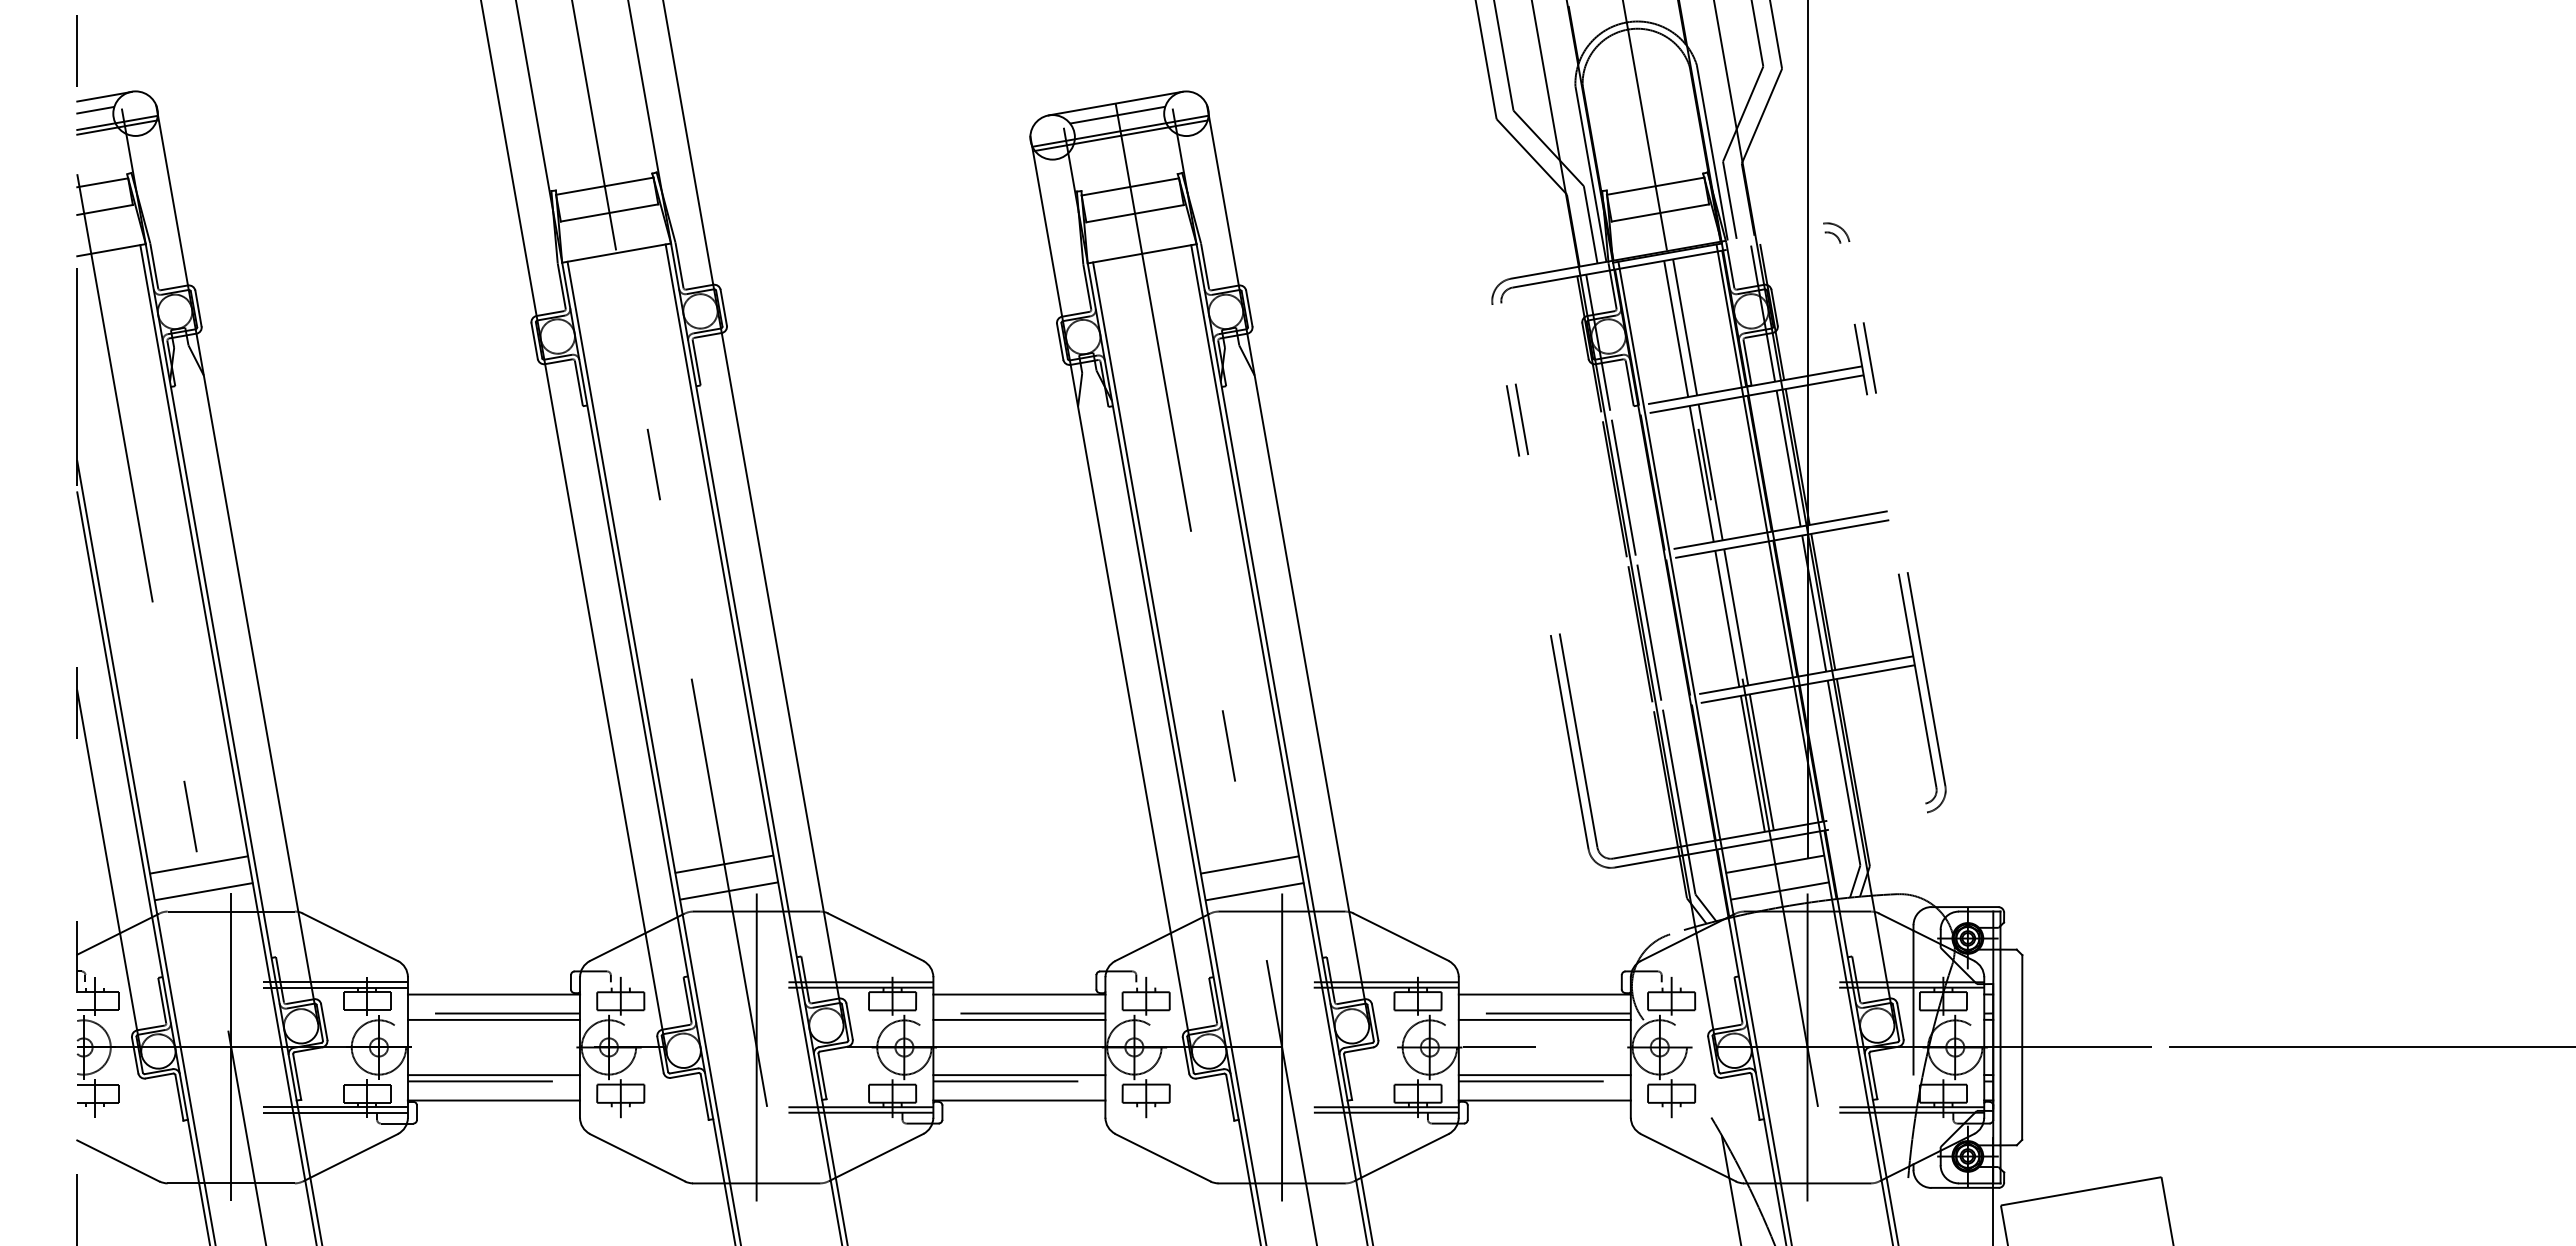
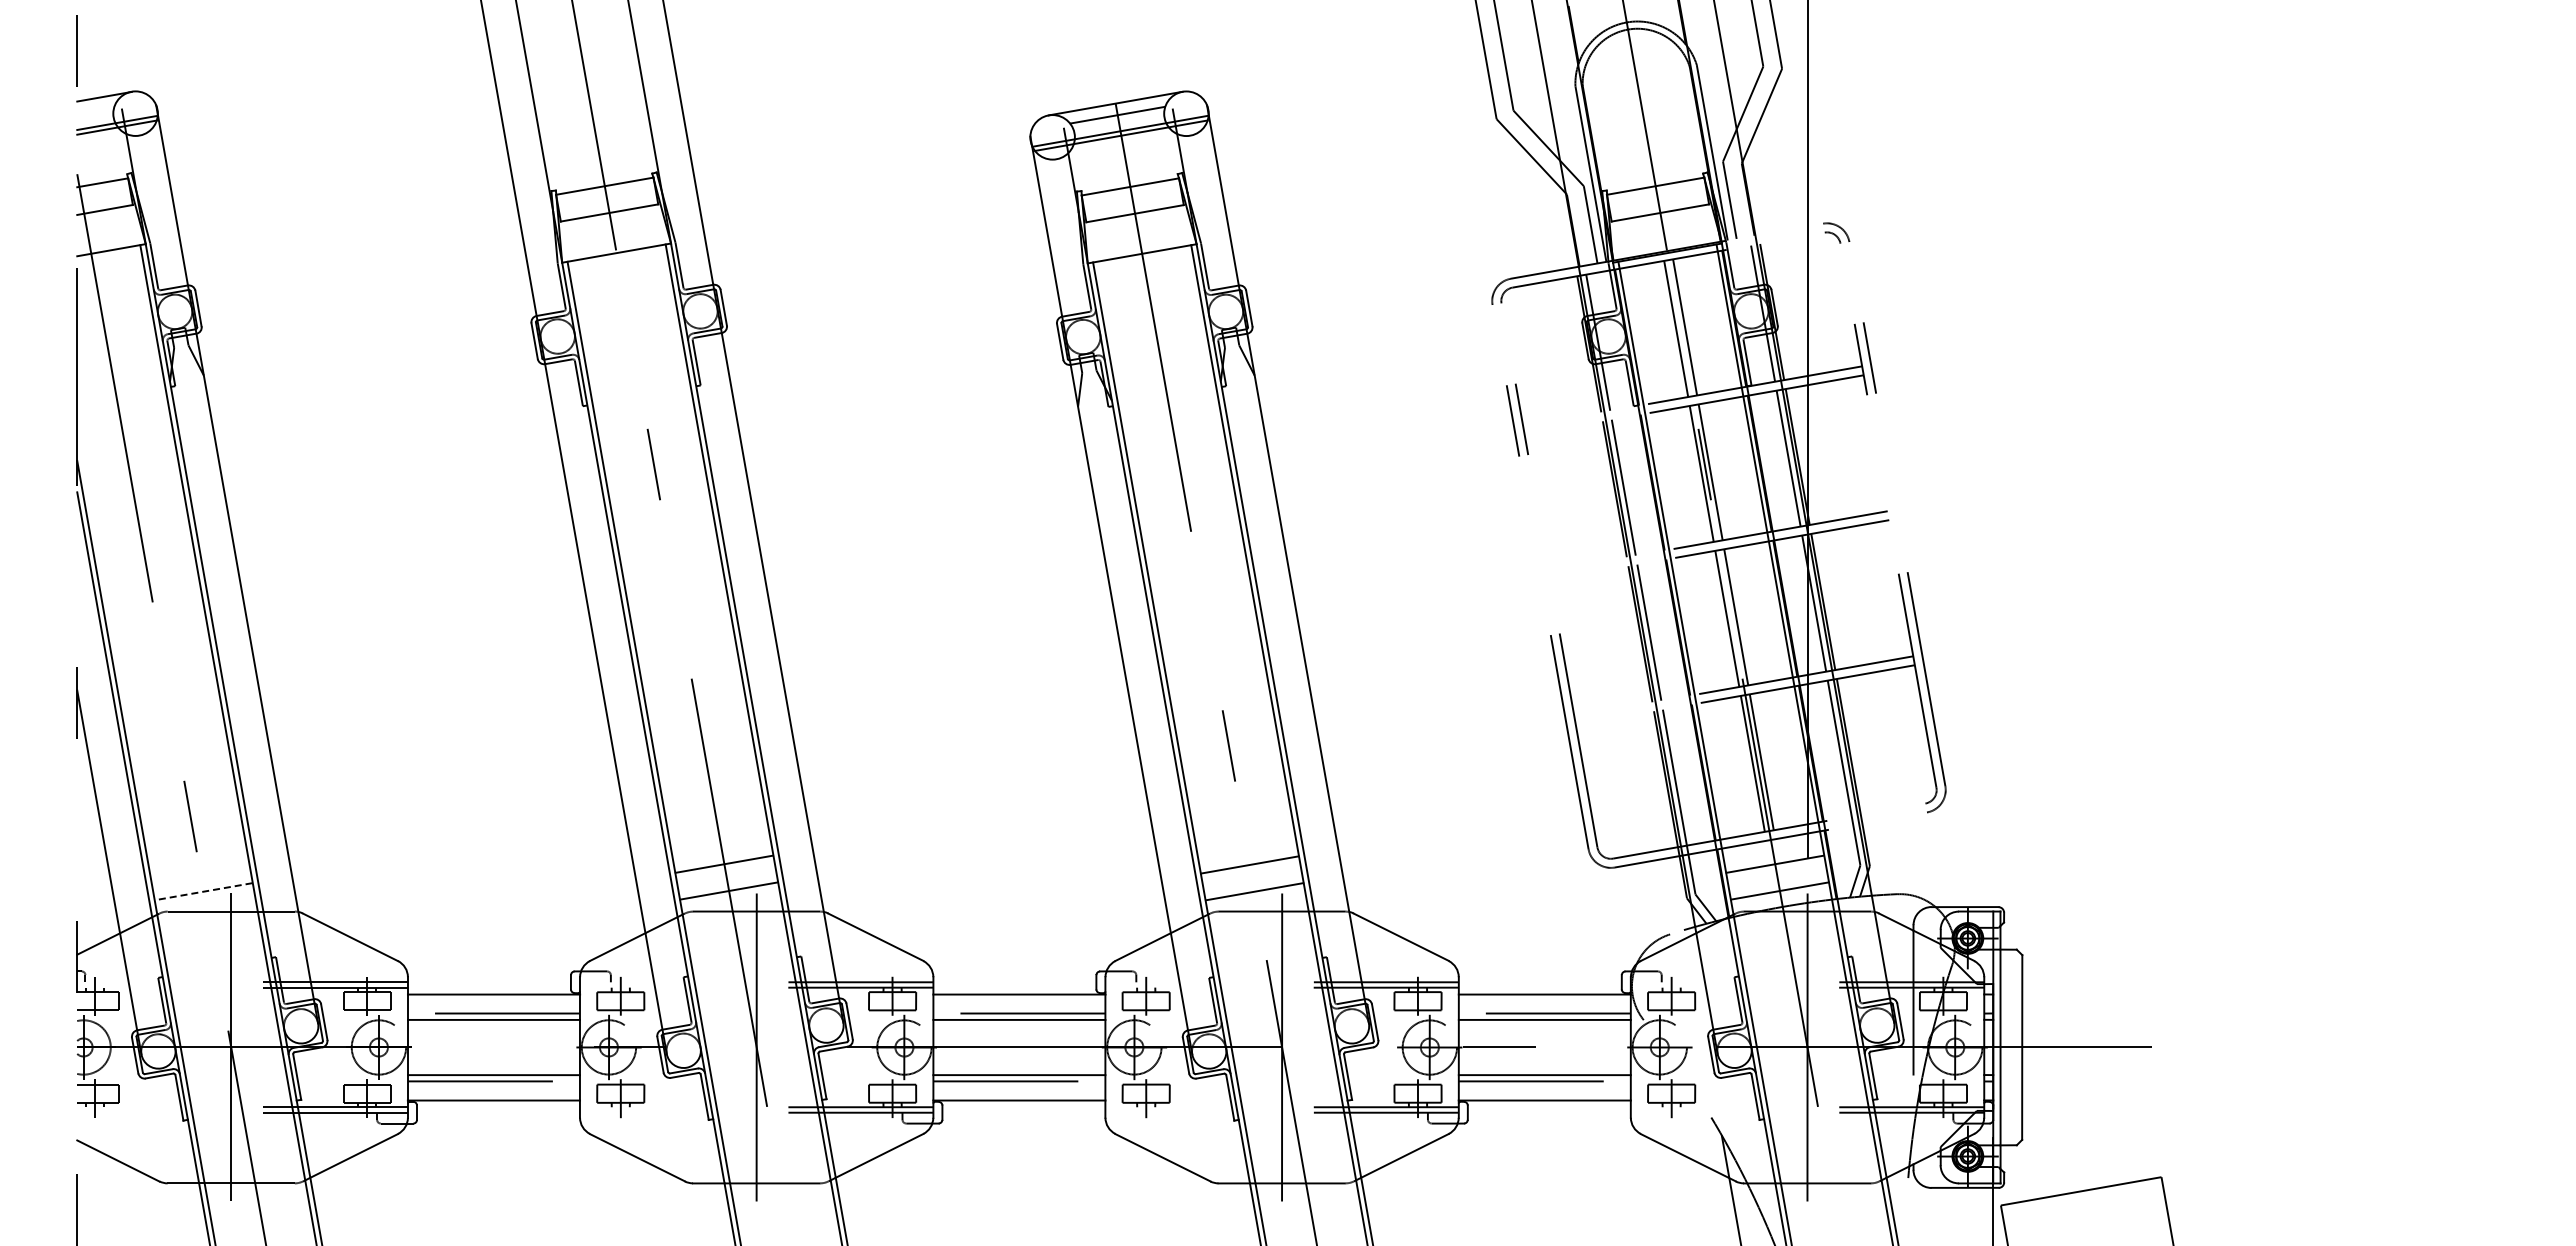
line at (95, 109): present -> none
line at (198, 864): present -> none
line at (203, 891): solid -> dashed
line at (2371, 1047): present -> none
